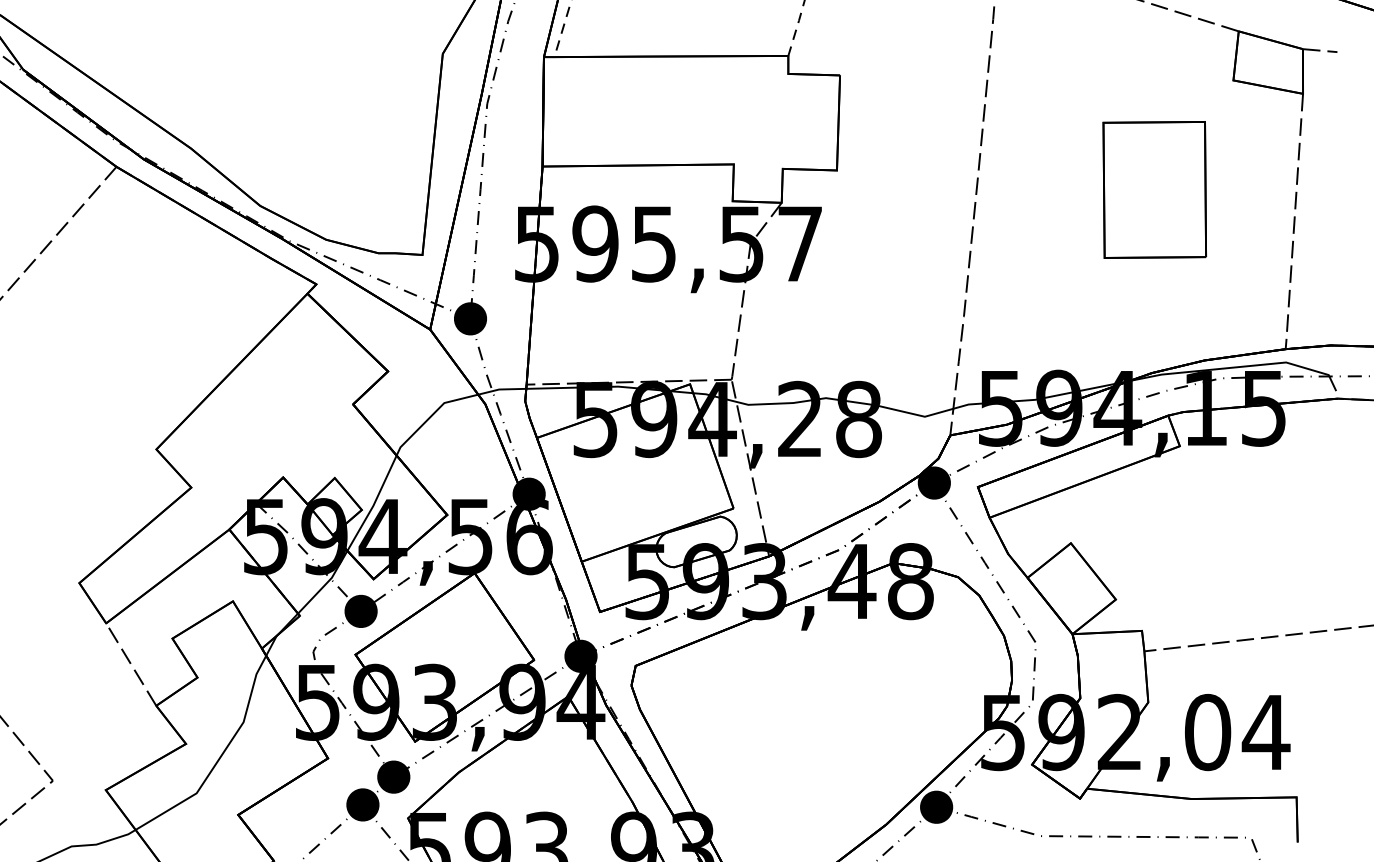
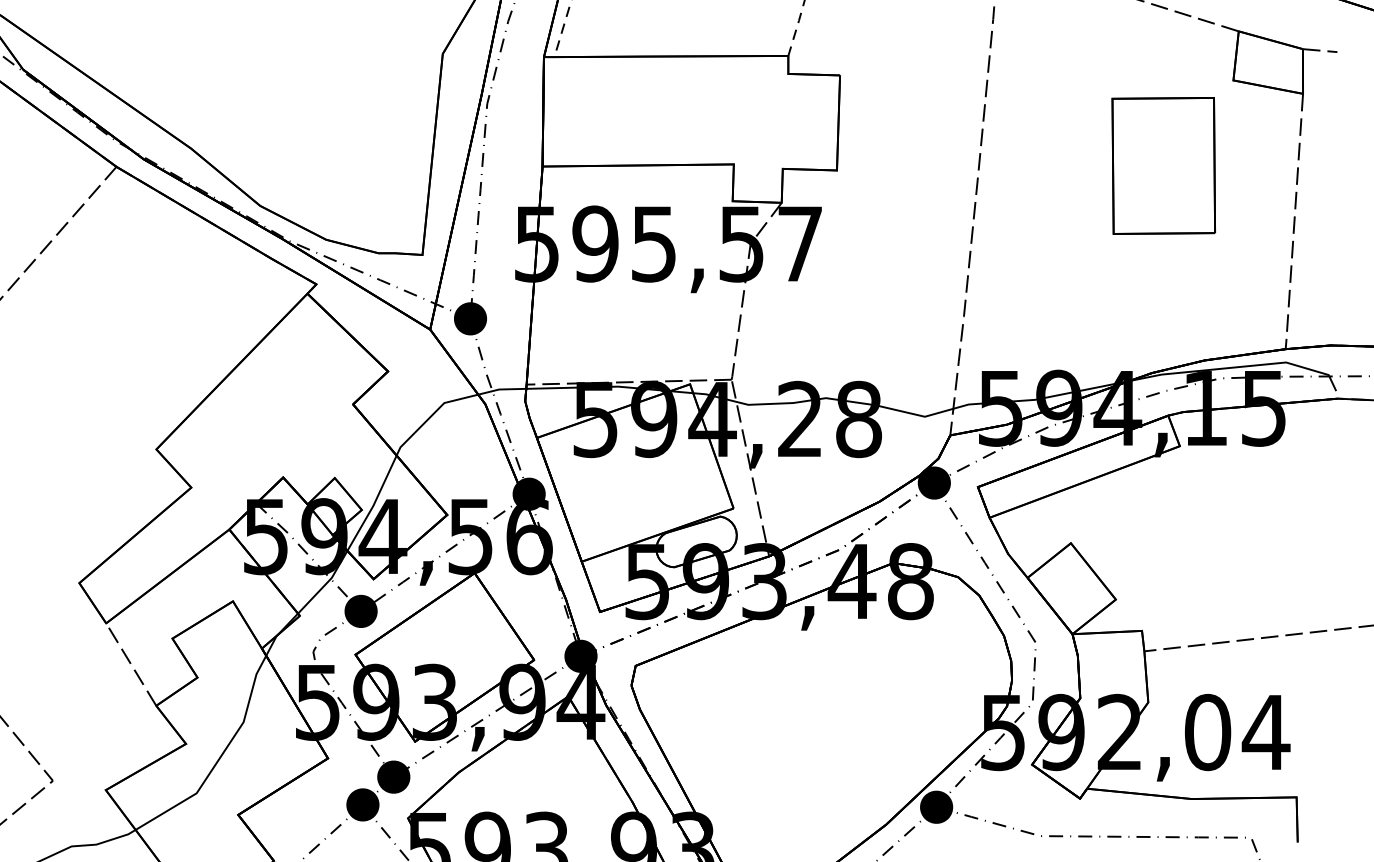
part at (1154, 189) position: (1154, 189) -> (1163, 165)
